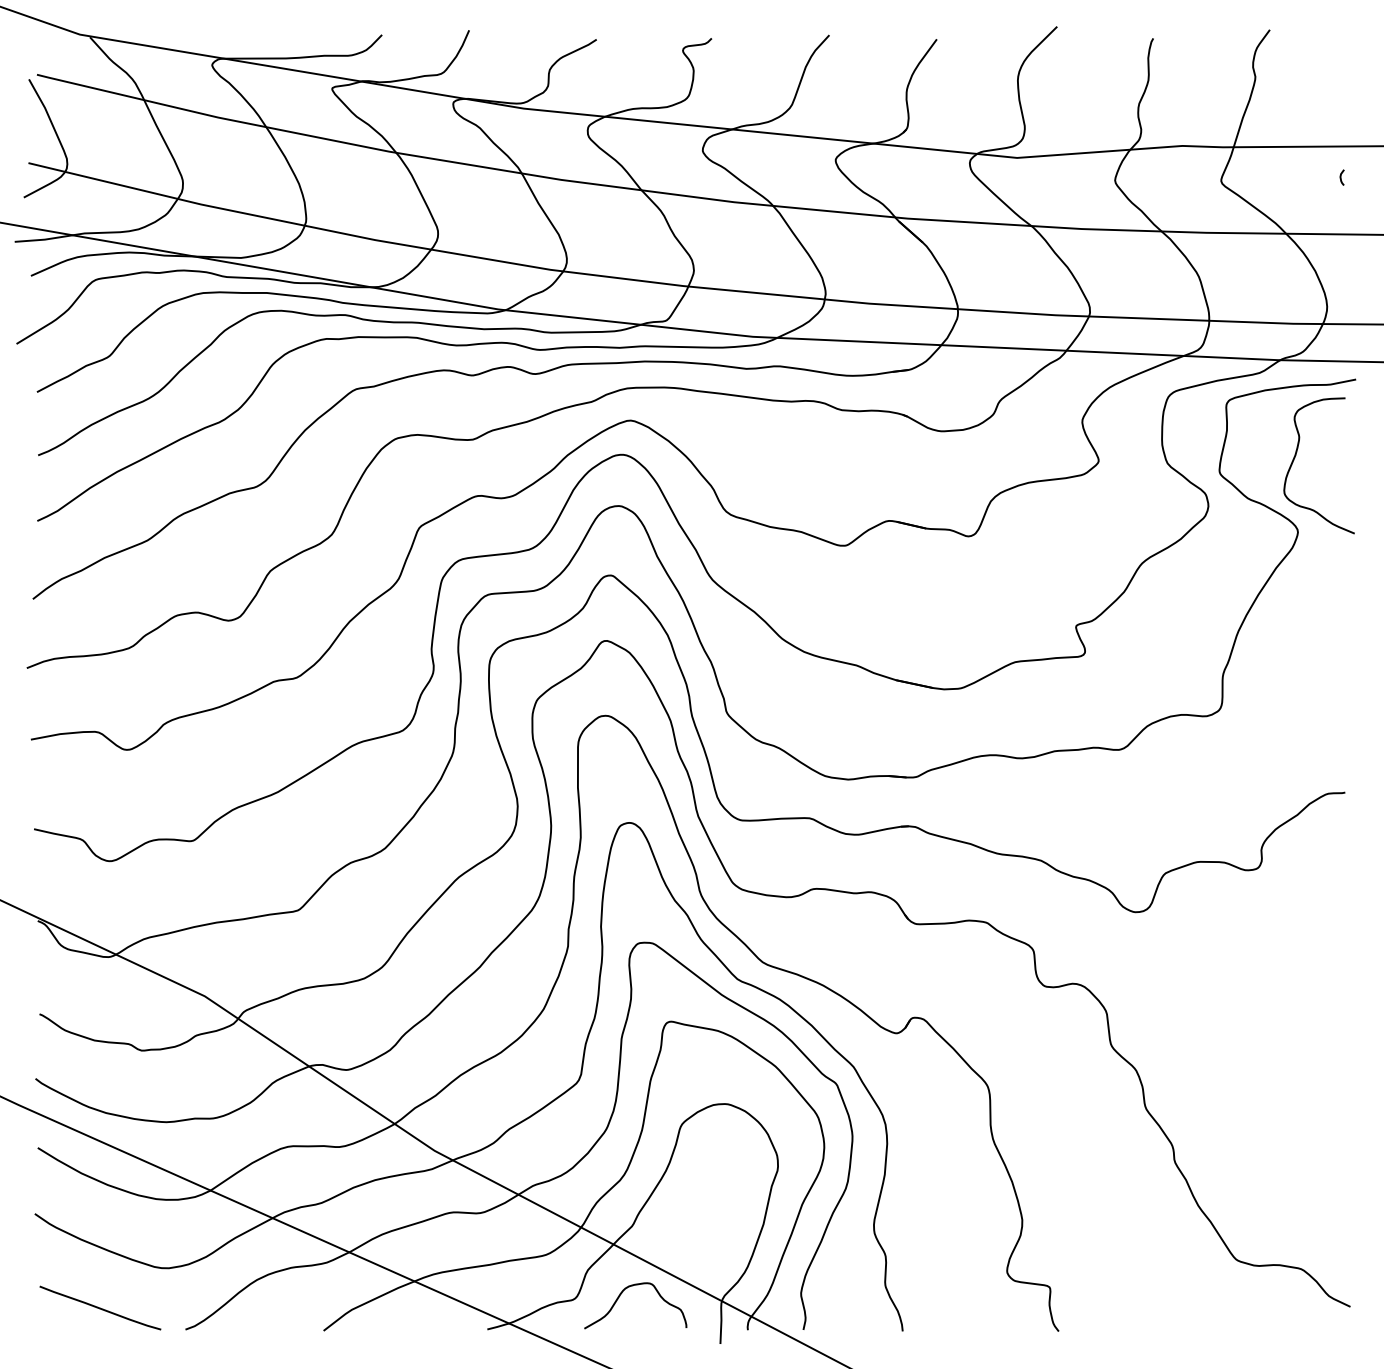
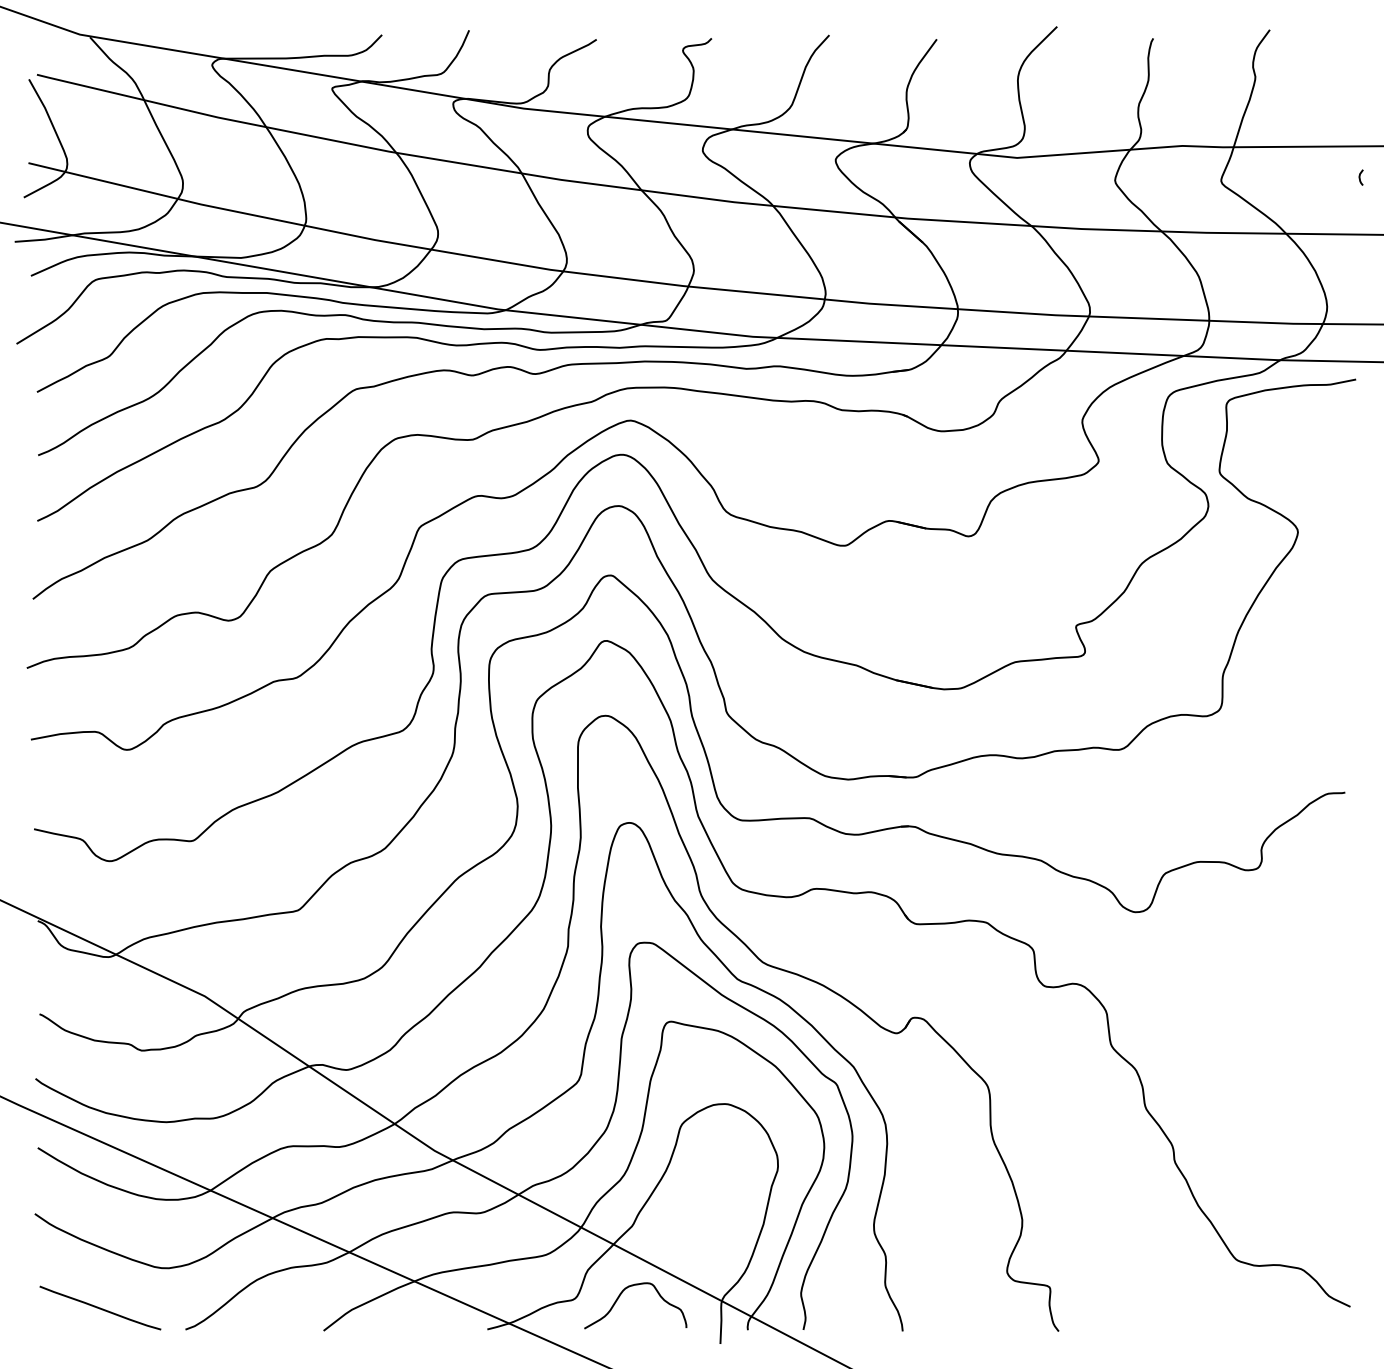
curve at (1341, 177) position: (1341, 177) -> (1360, 177)
curve at (1295, 458): present -> none
